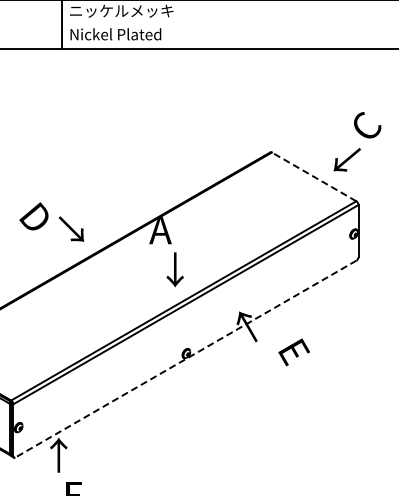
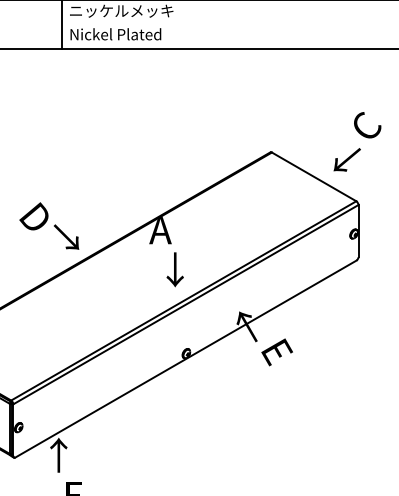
line at (314, 176): dashed -> solid
text at (71, 228) position: (71, 228) -> (66, 236)
text at (293, 352) position: (293, 352) -> (276, 352)
line at (185, 359): dashed -> solid
